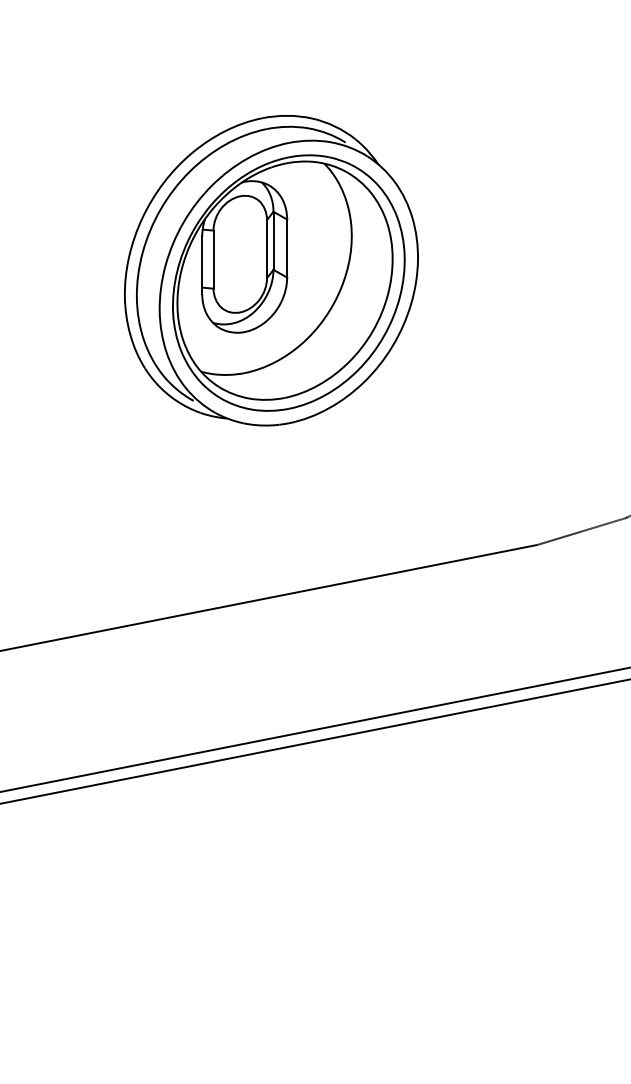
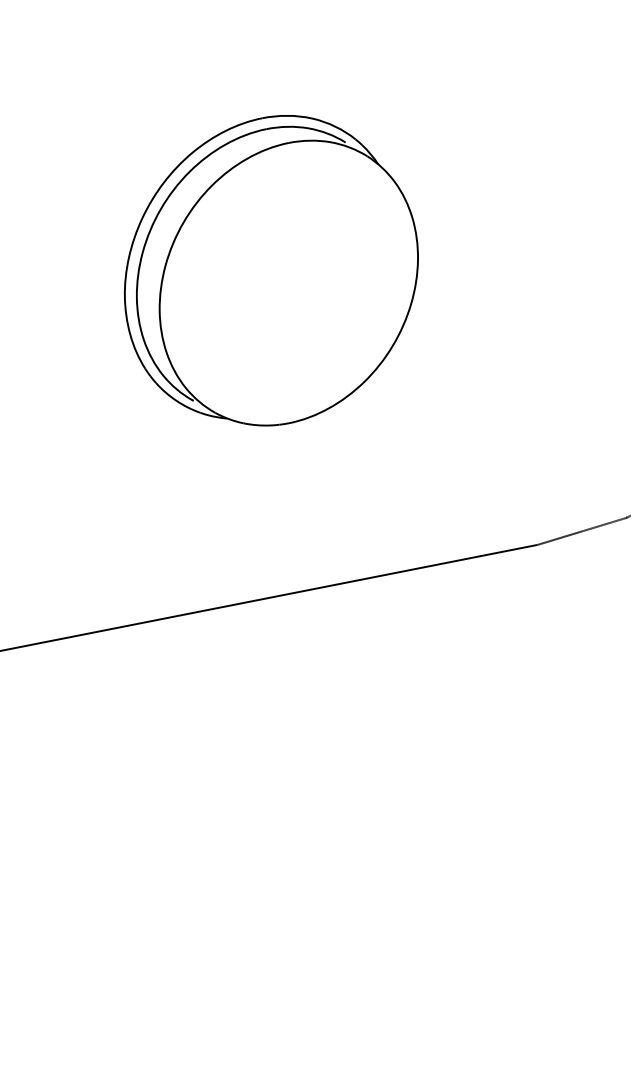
part at (288, 282): present -> none
line at (314, 729): present -> none
line at (314, 741): present -> none
